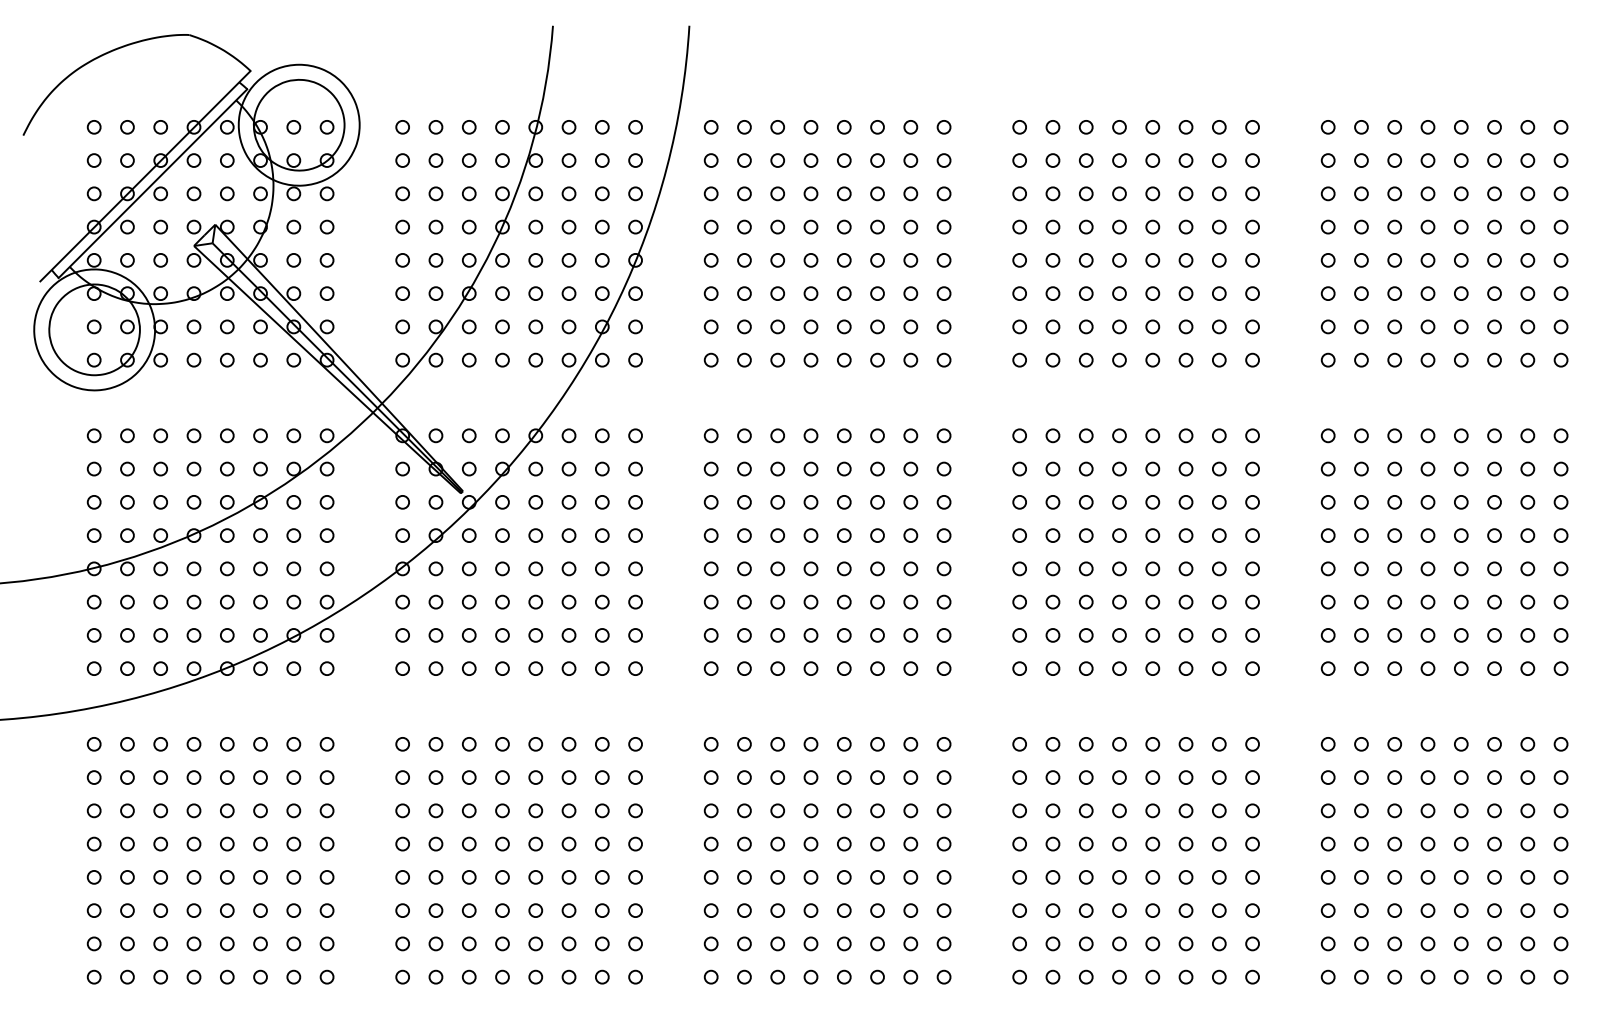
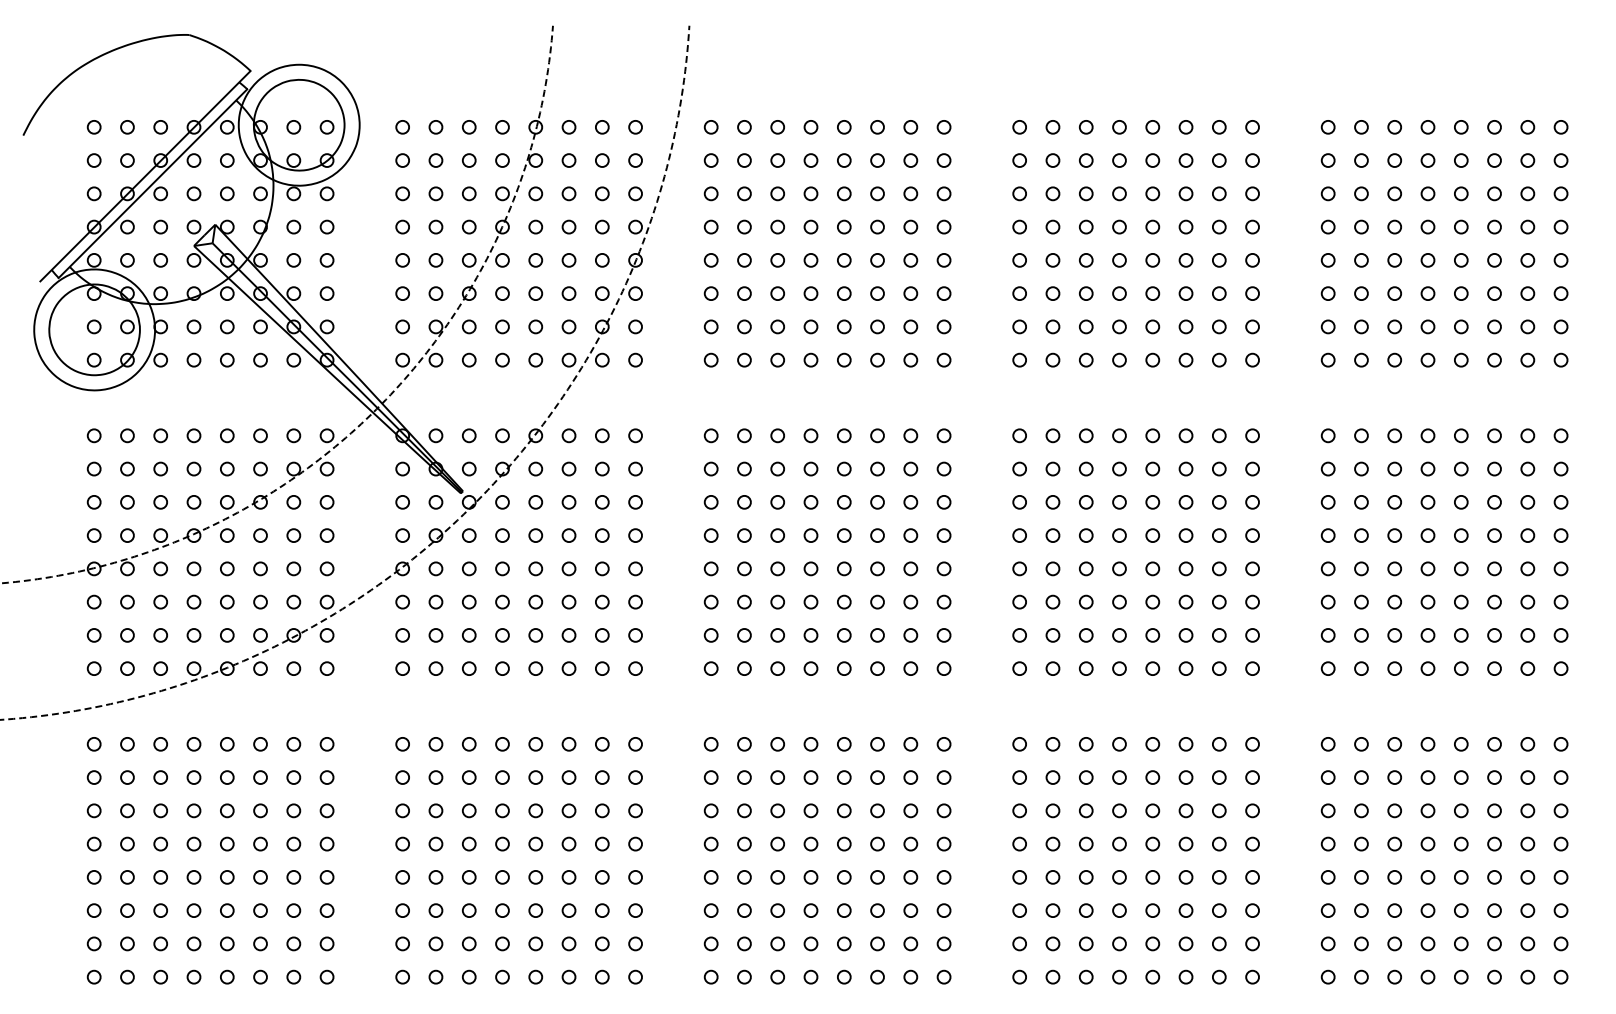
arc at (379, 406): solid -> dashed
arc at (475, 502): solid -> dashed
